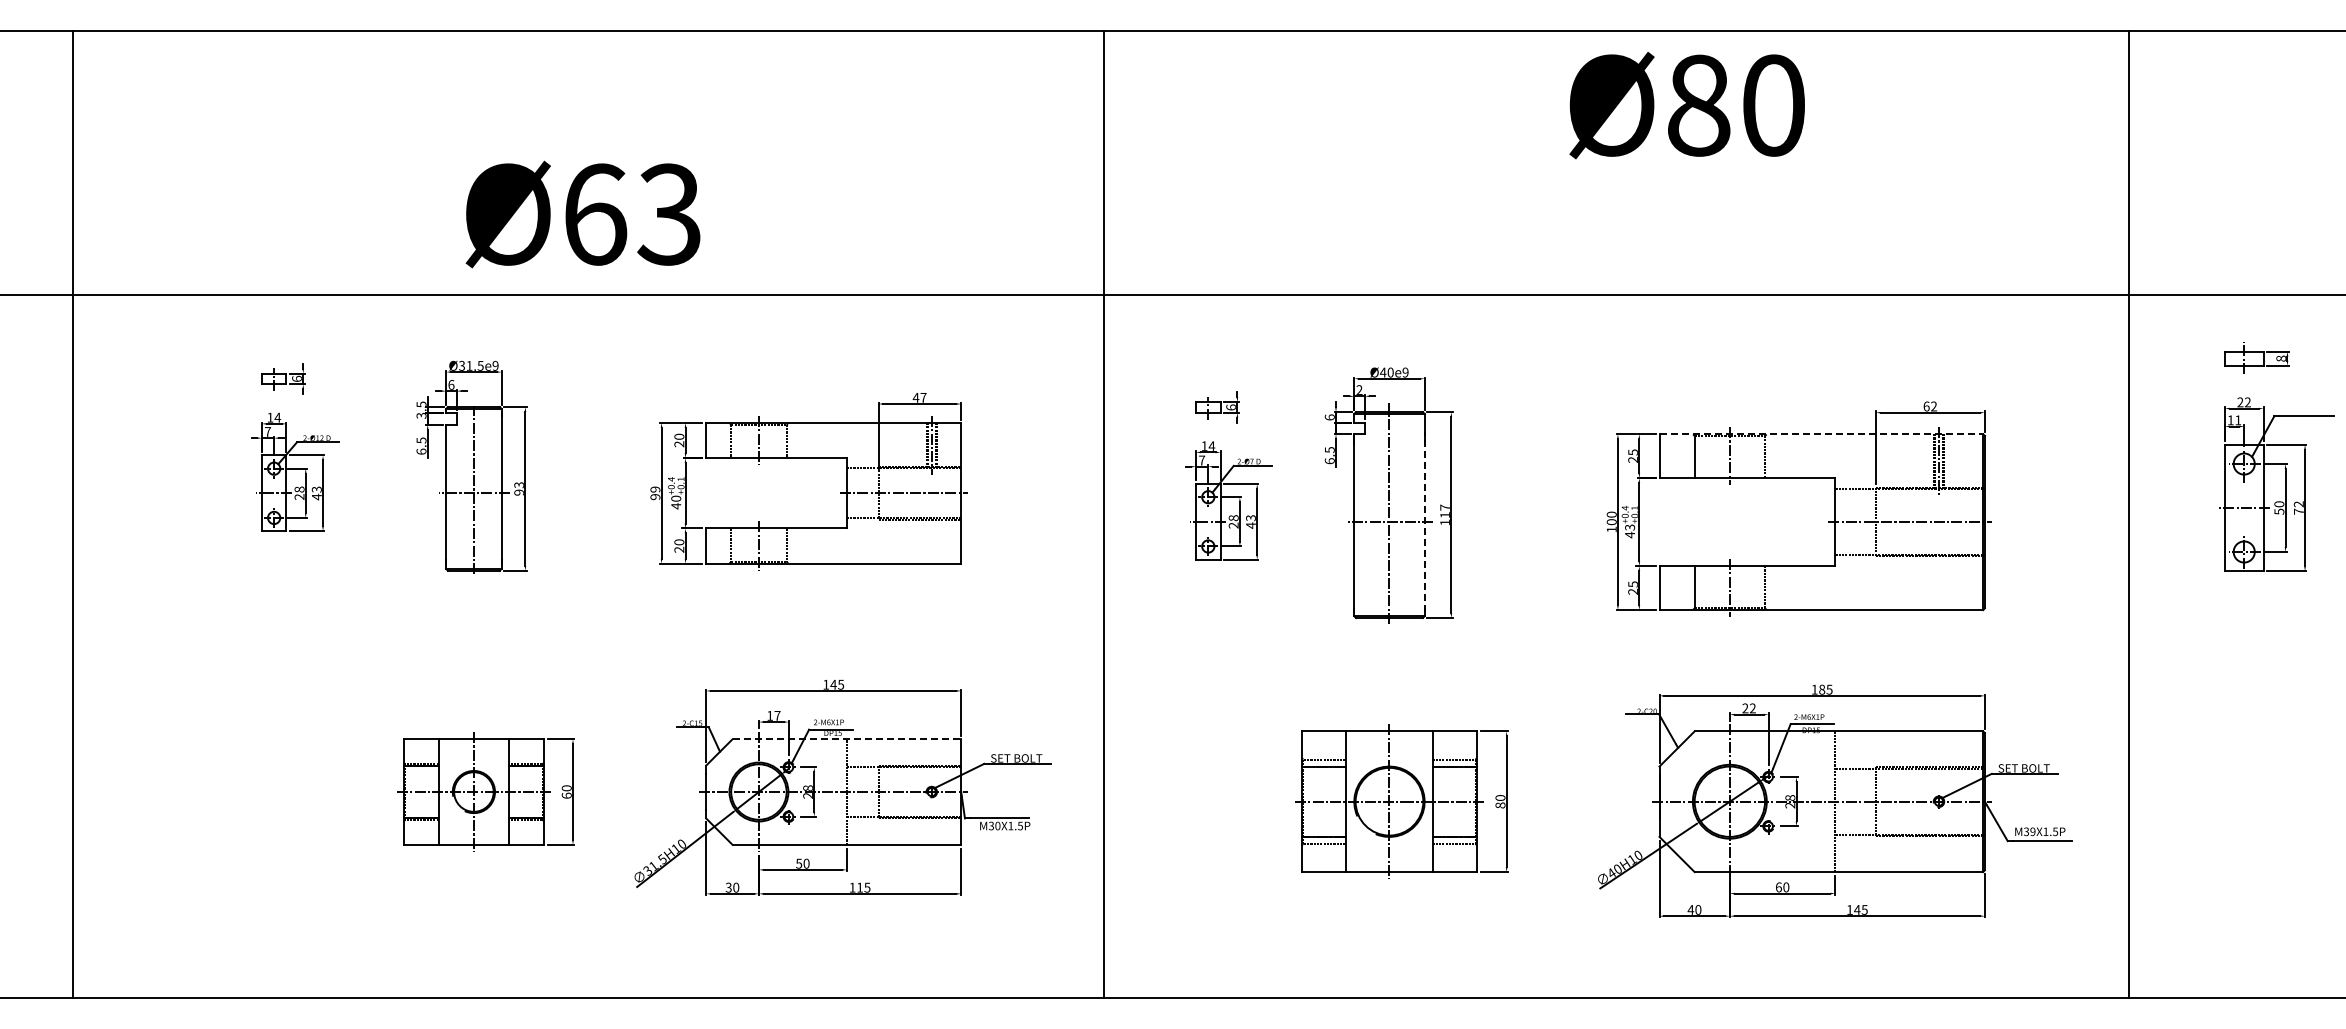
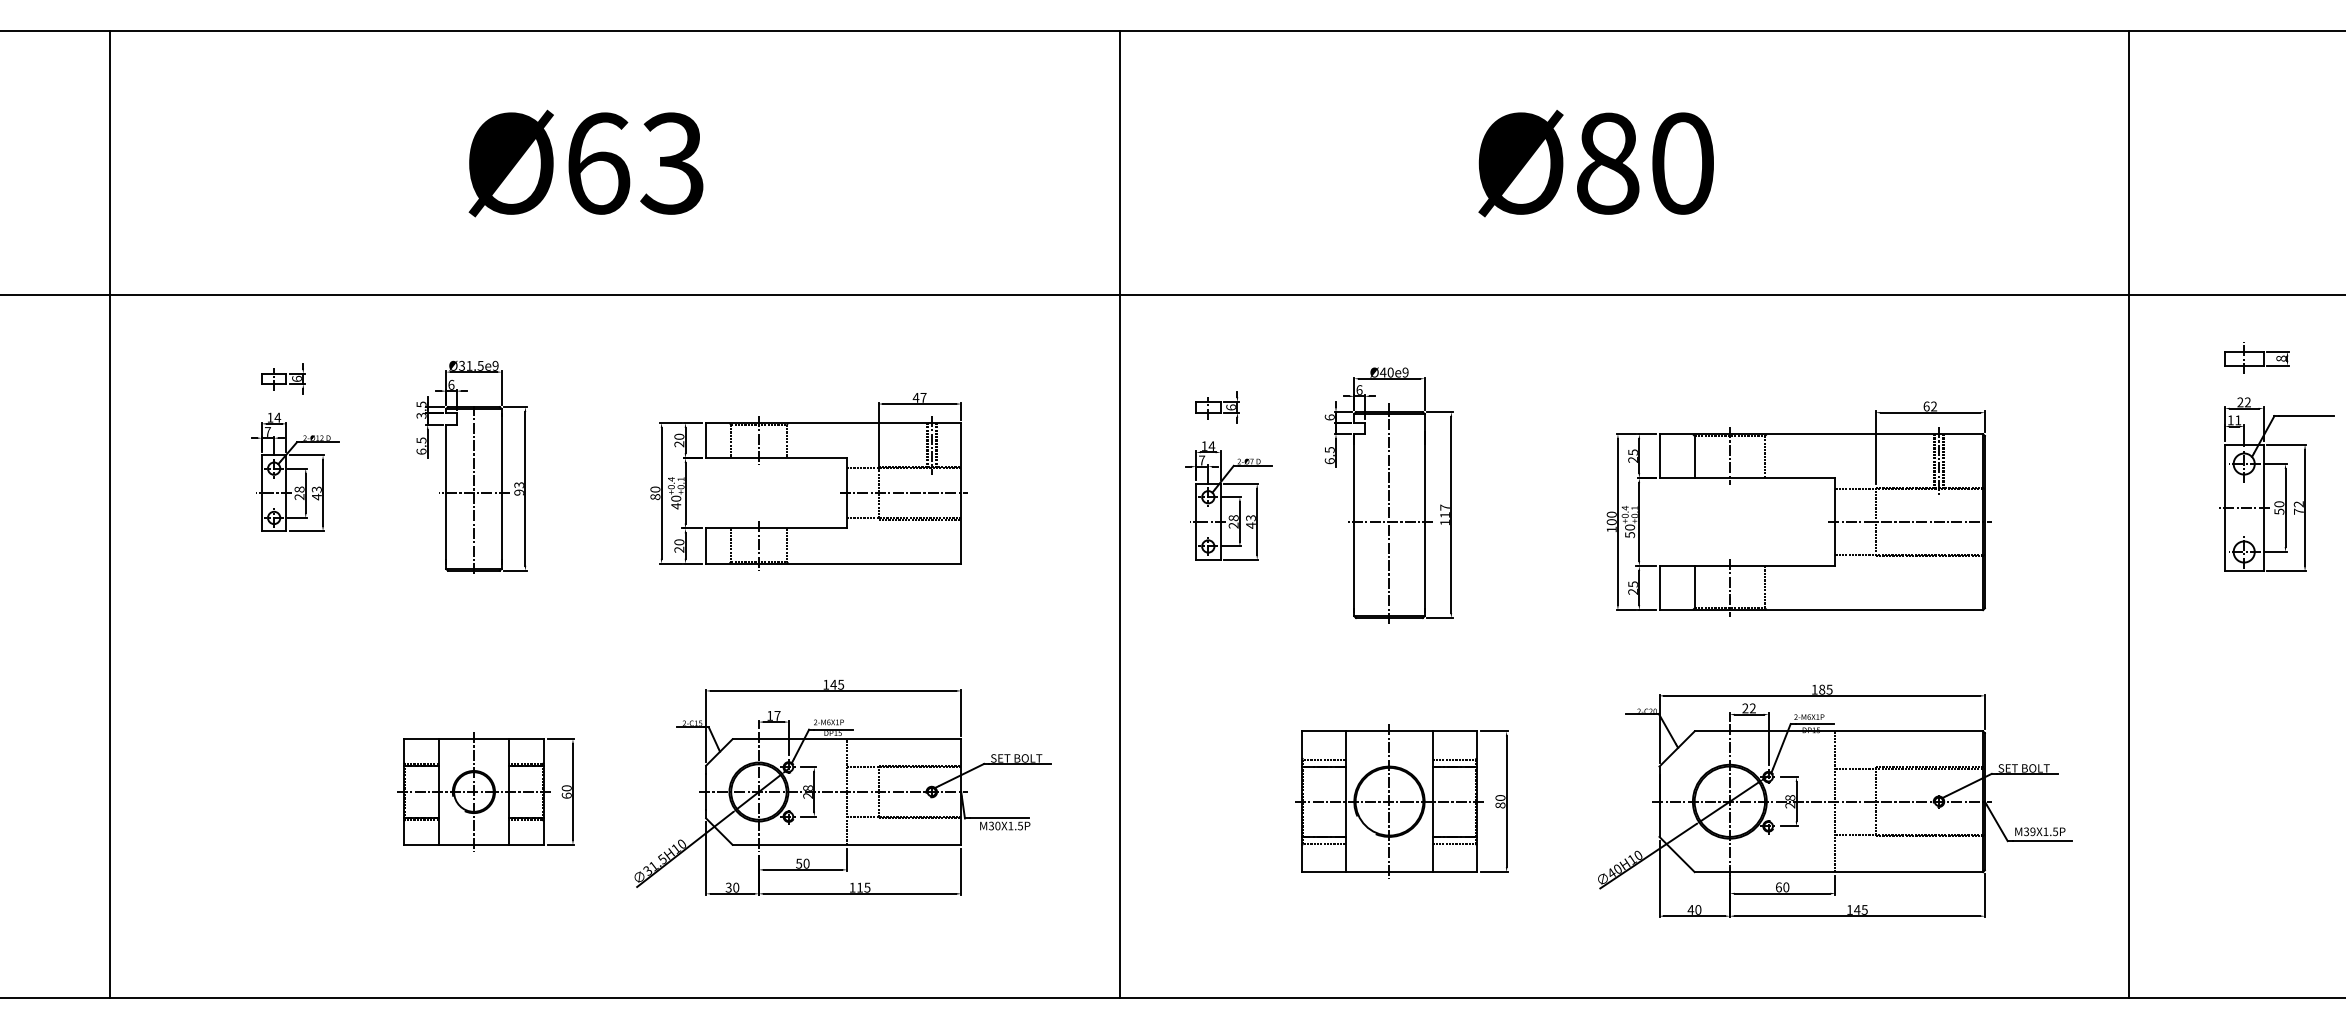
text at (1686, 105) position: (1686, 105) -> (1595, 163)
text at (582, 214) position: (582, 214) -> (585, 163)
text at (1359, 389): 2 -> 6
line at (1821, 434): dashed -> solid
text at (655, 493): 99 -> 80
line at (72, 514) position: (72, 514) -> (109, 514)
line at (1103, 514) position: (1103, 514) -> (1119, 514)
line at (1424, 521): dashed -> solid
text at (1630, 531): 43 -> 50
line at (847, 739): dashed -> solid
